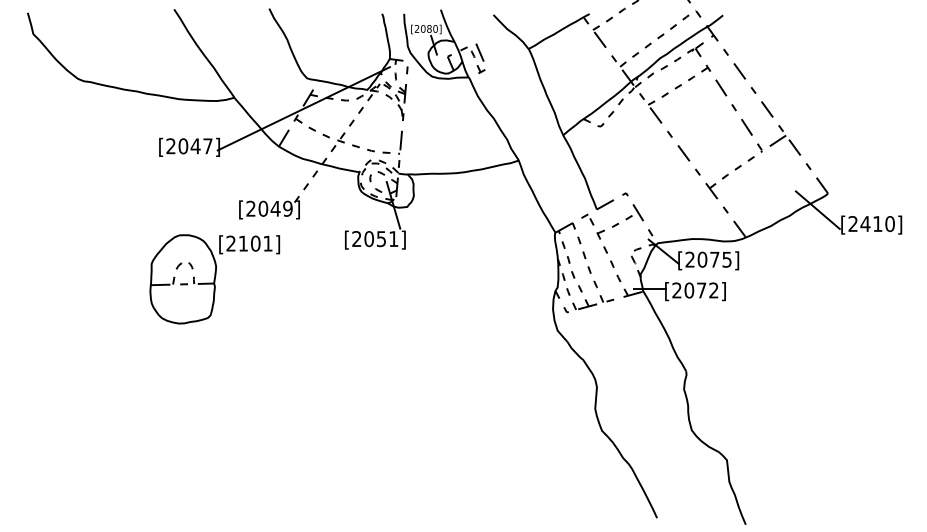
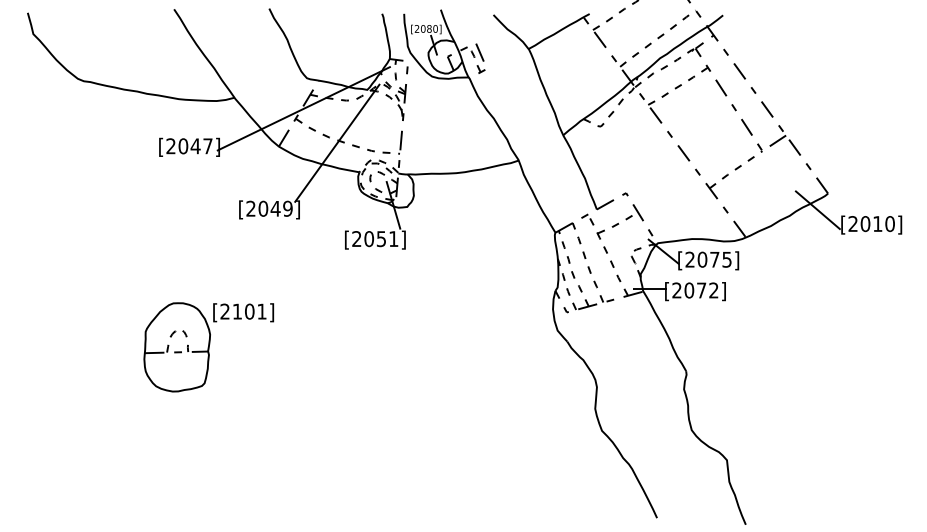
line at (337, 142): dashed -> solid
text at (865, 224): [2410] -> [2010]
part at (214, 279) position: (214, 279) -> (208, 347)
